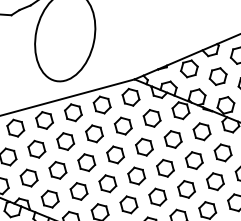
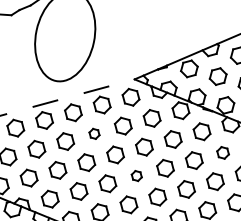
line at (68, 97): solid -> dashed
part at (94, 133) size: 19x20 px -> 13x13 px
part at (222, 152) size: 20x20 px -> 14x14 px
part at (136, 175) size: 20x20 px -> 13x13 px
